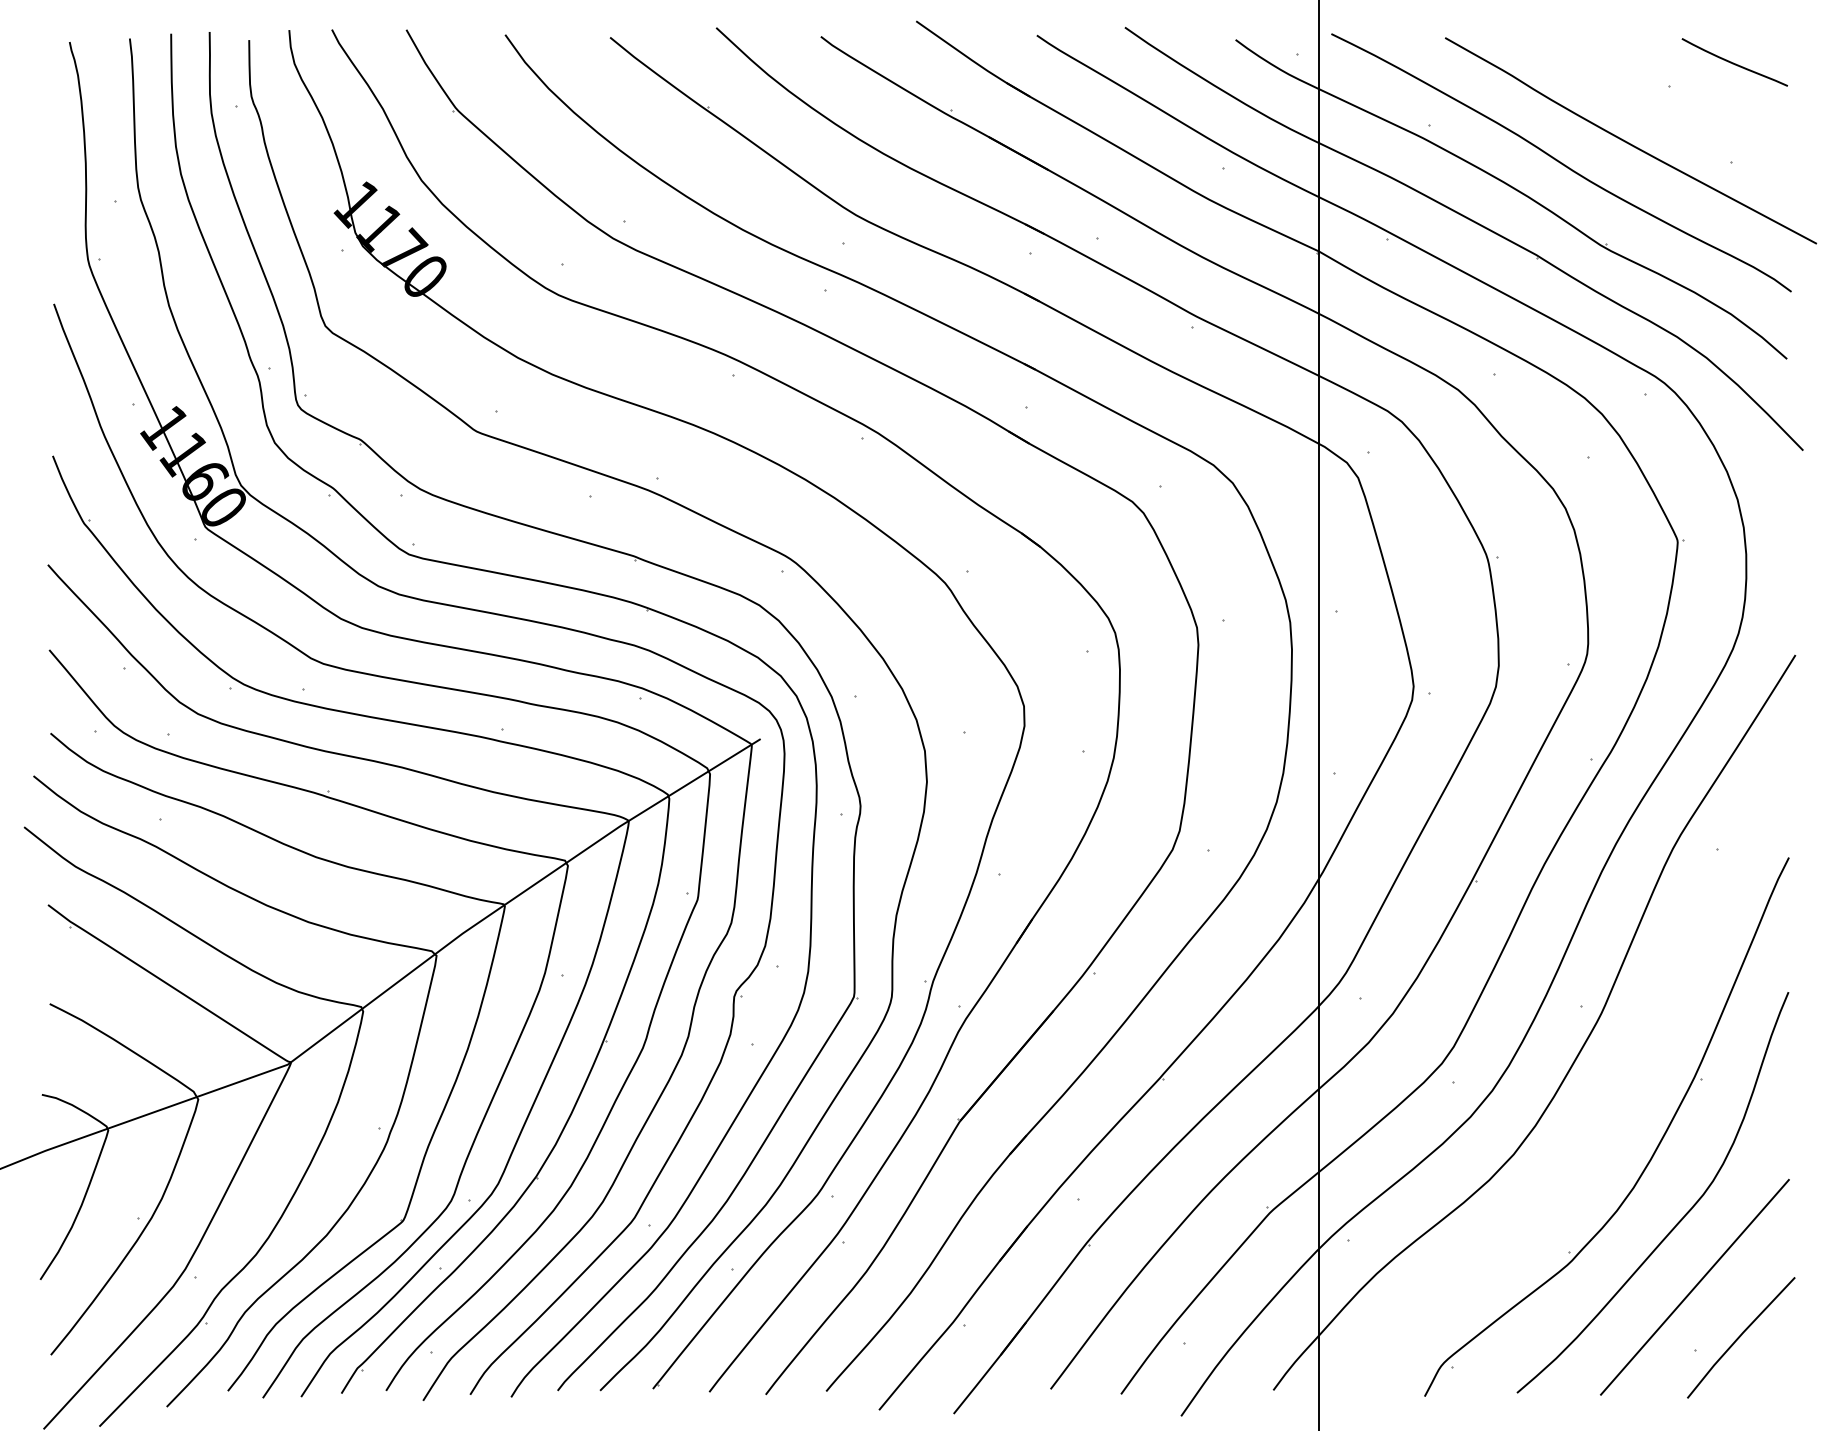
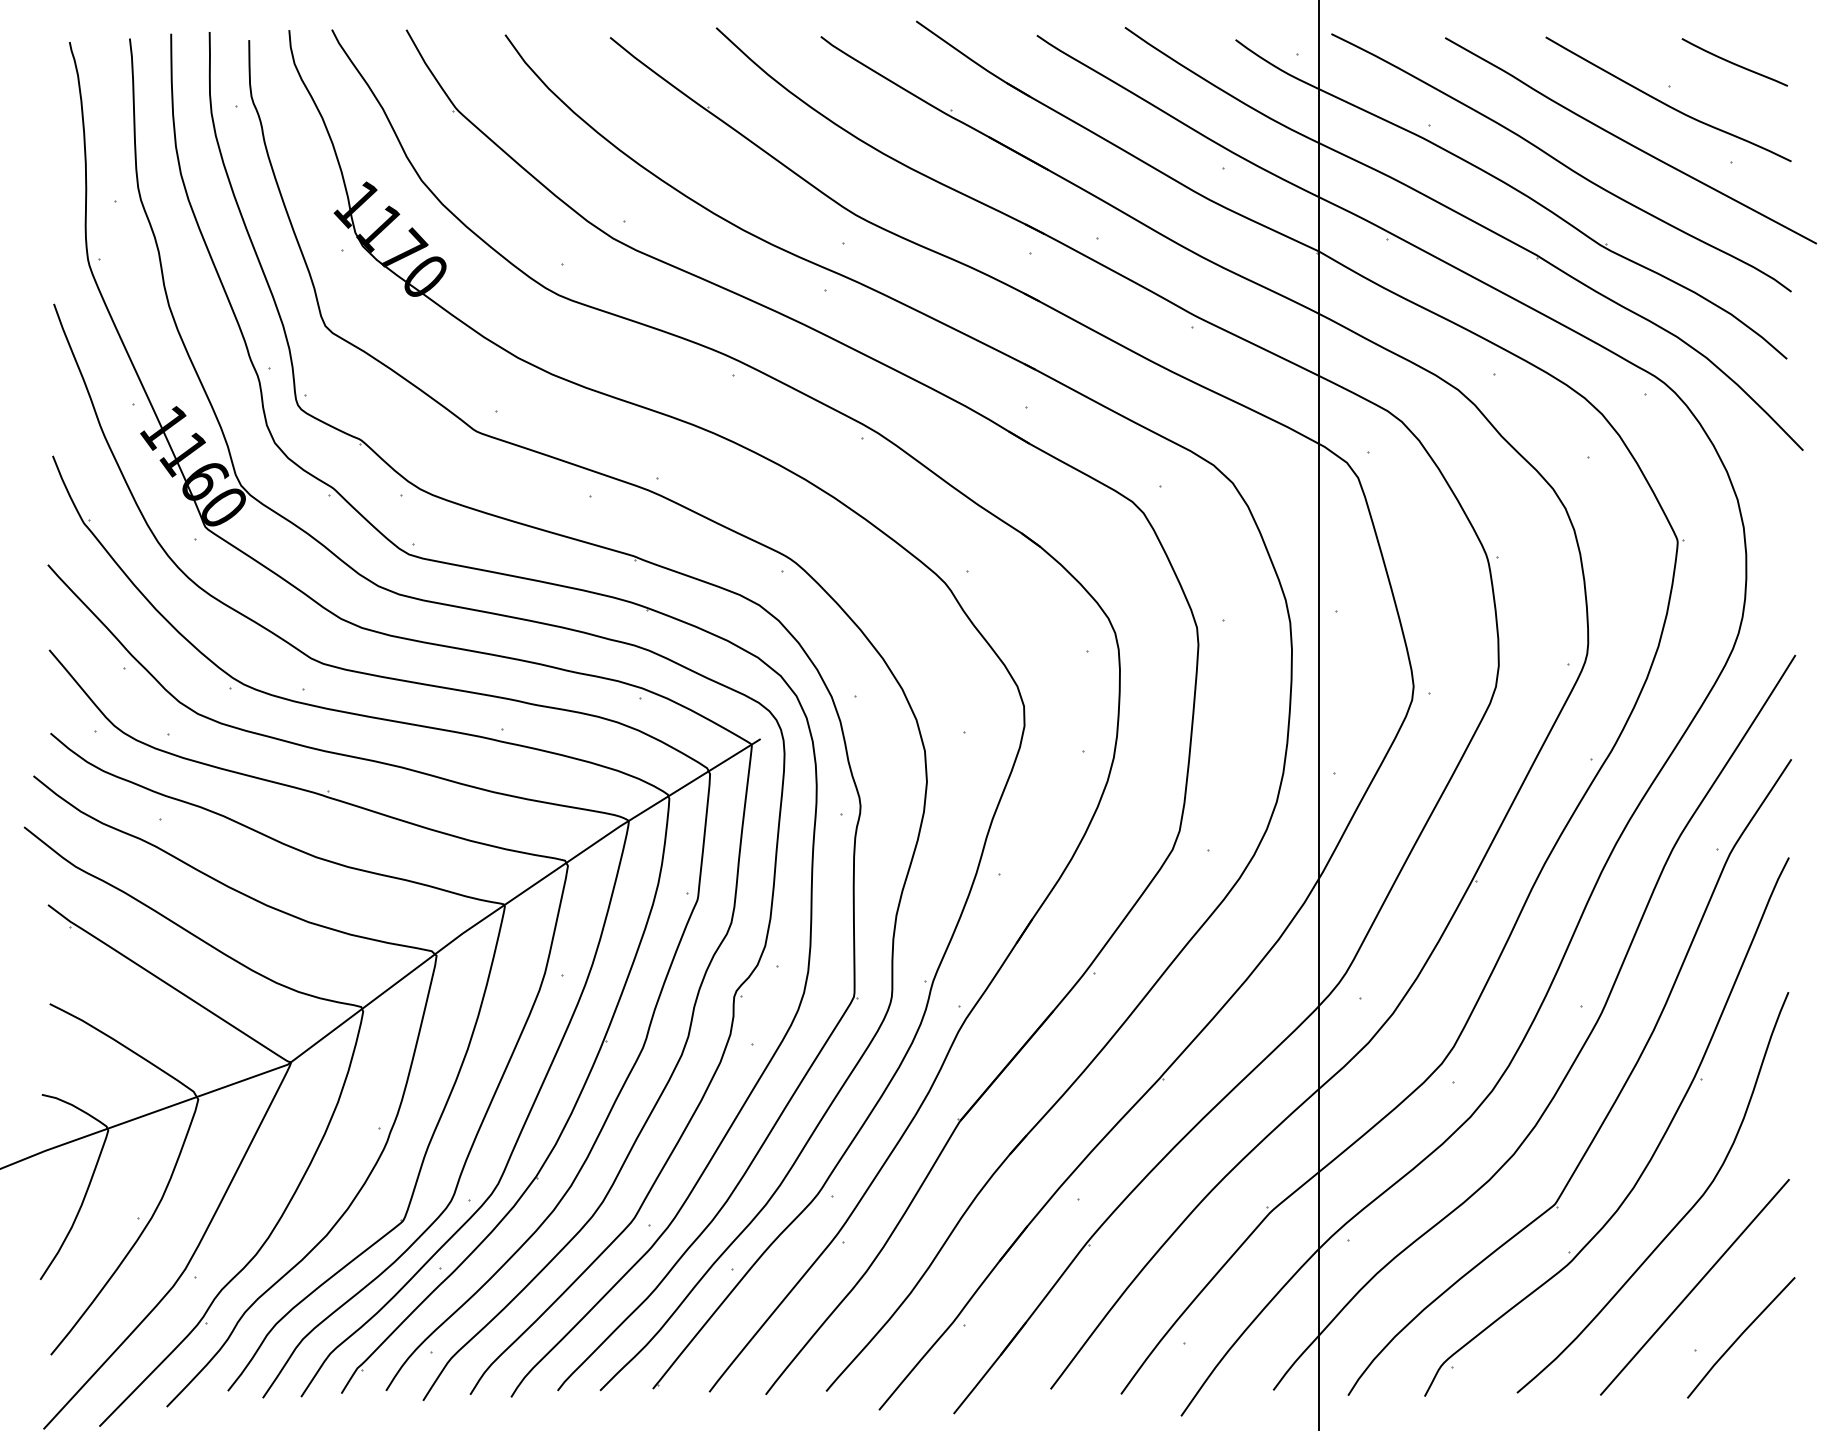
curve at (1666, 103): none -> present
part at (1614, 1100): none -> present
